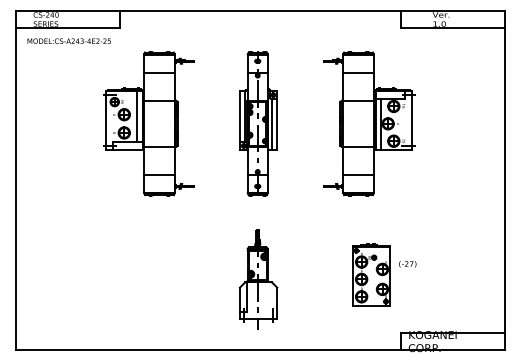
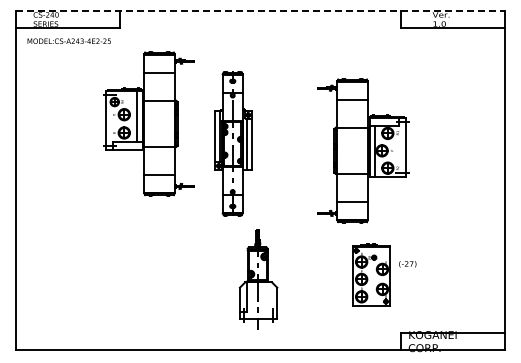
line at (260, 10): solid -> dashed
part at (258, 123) position: (258, 123) -> (233, 143)
part at (369, 123) position: (369, 123) -> (363, 150)
